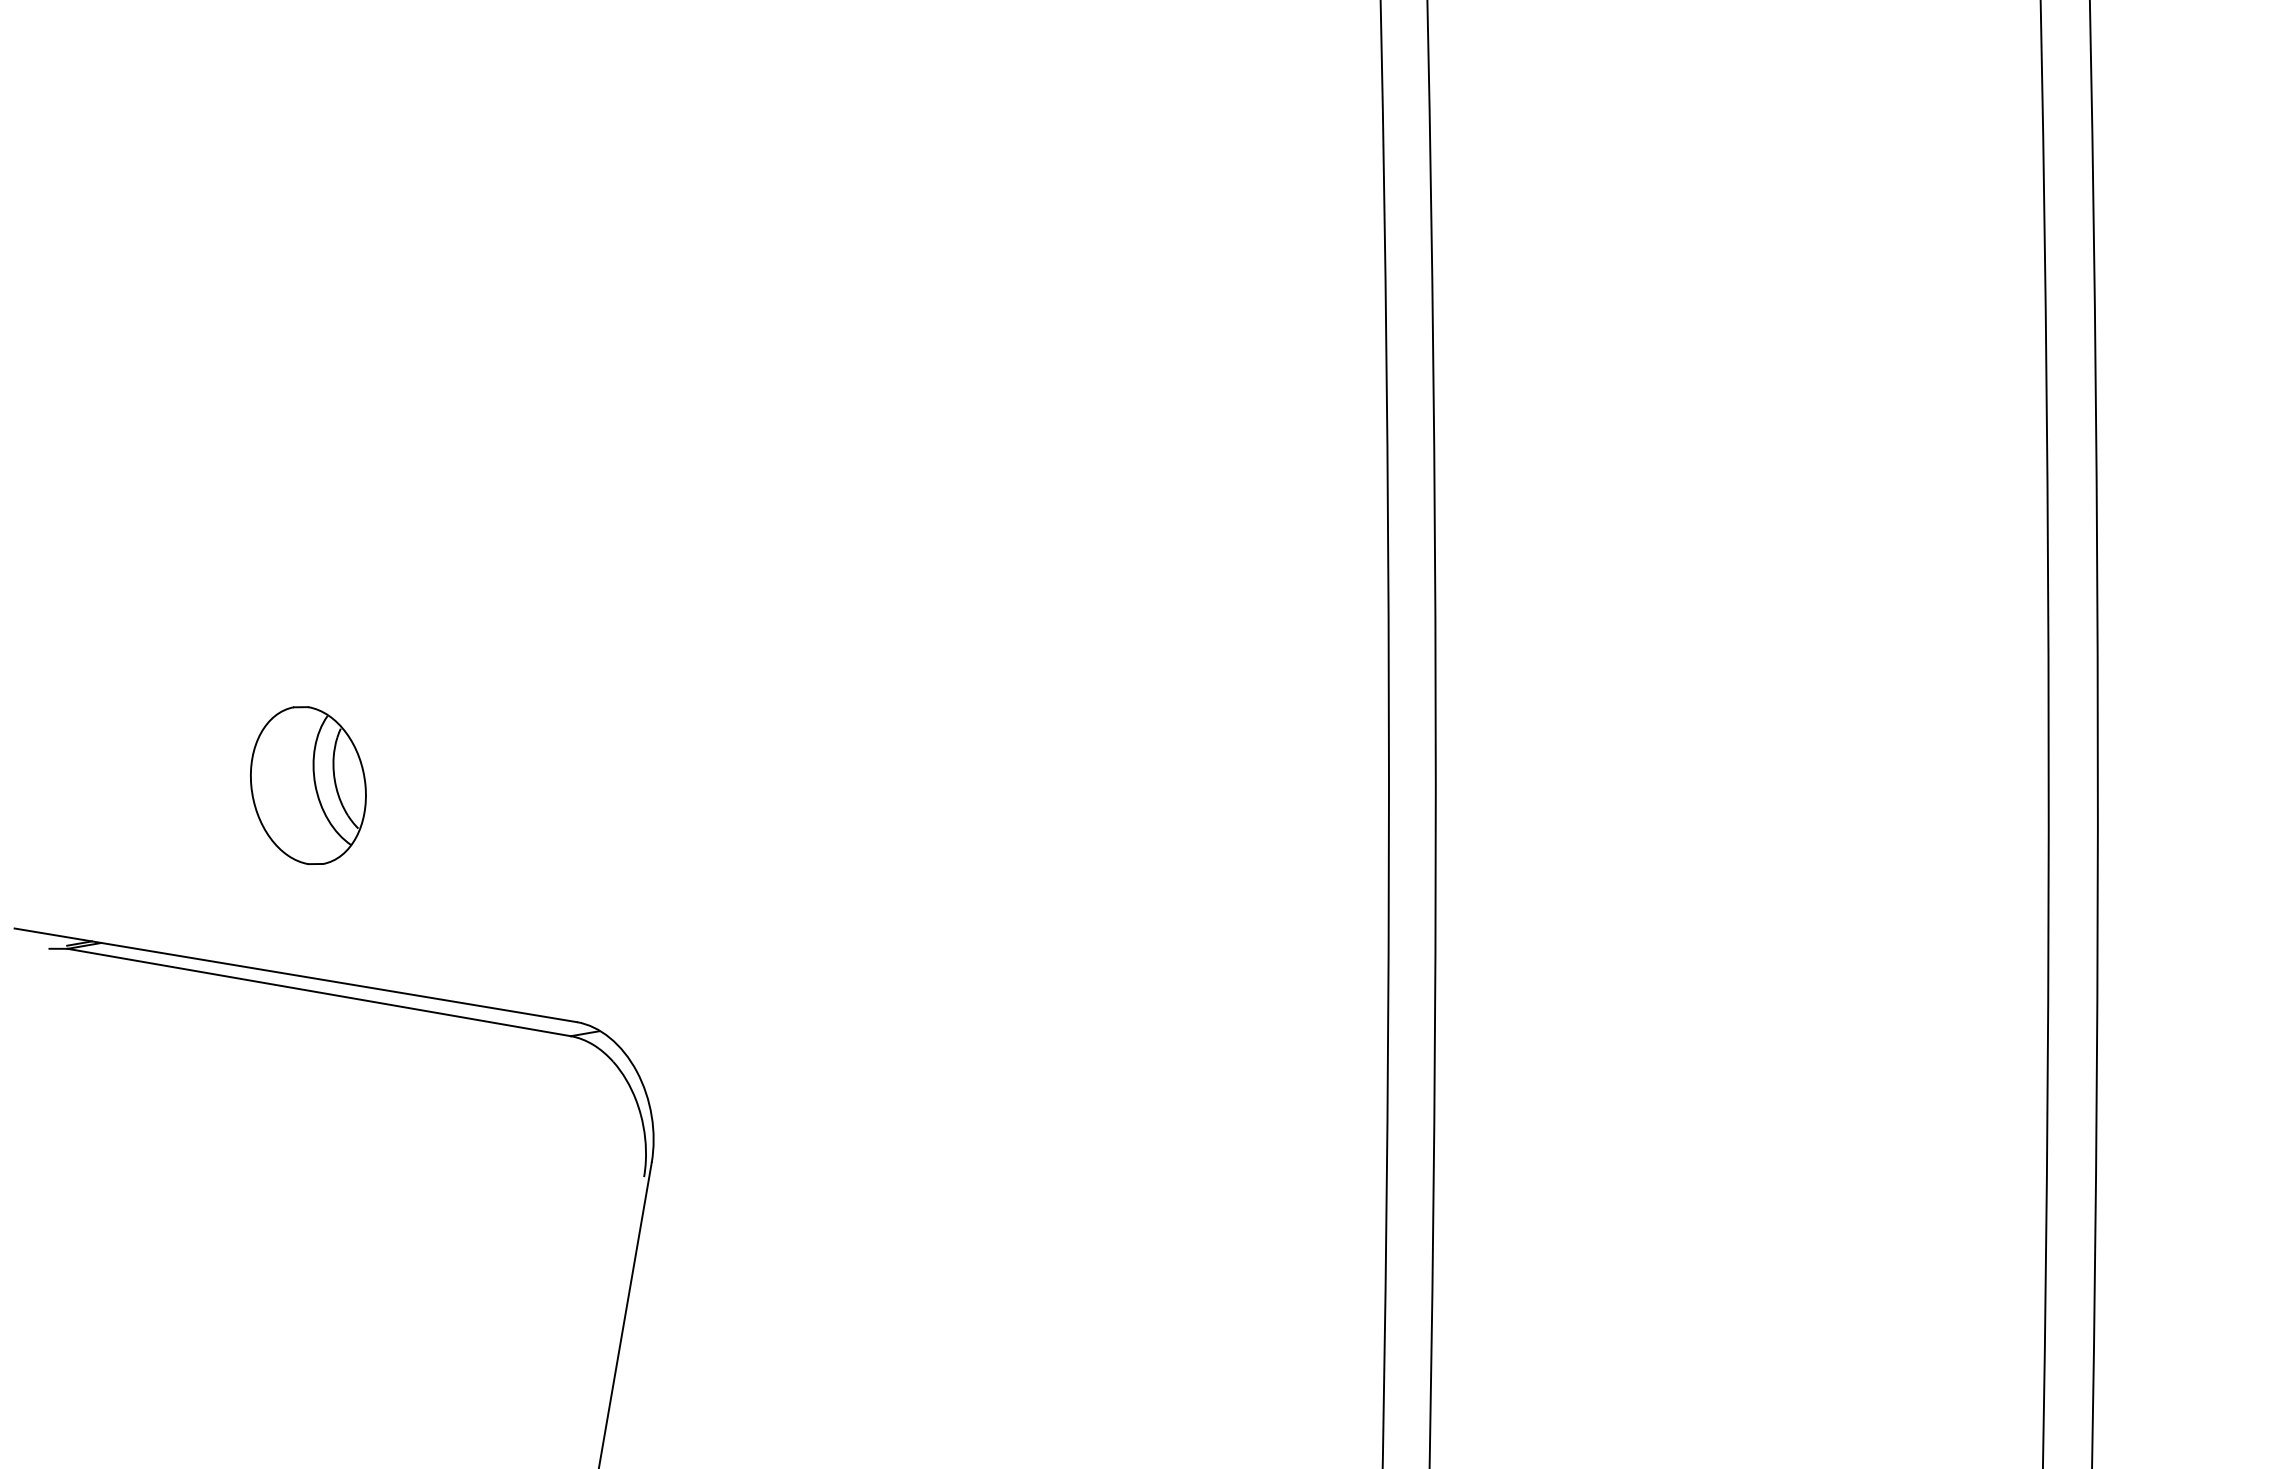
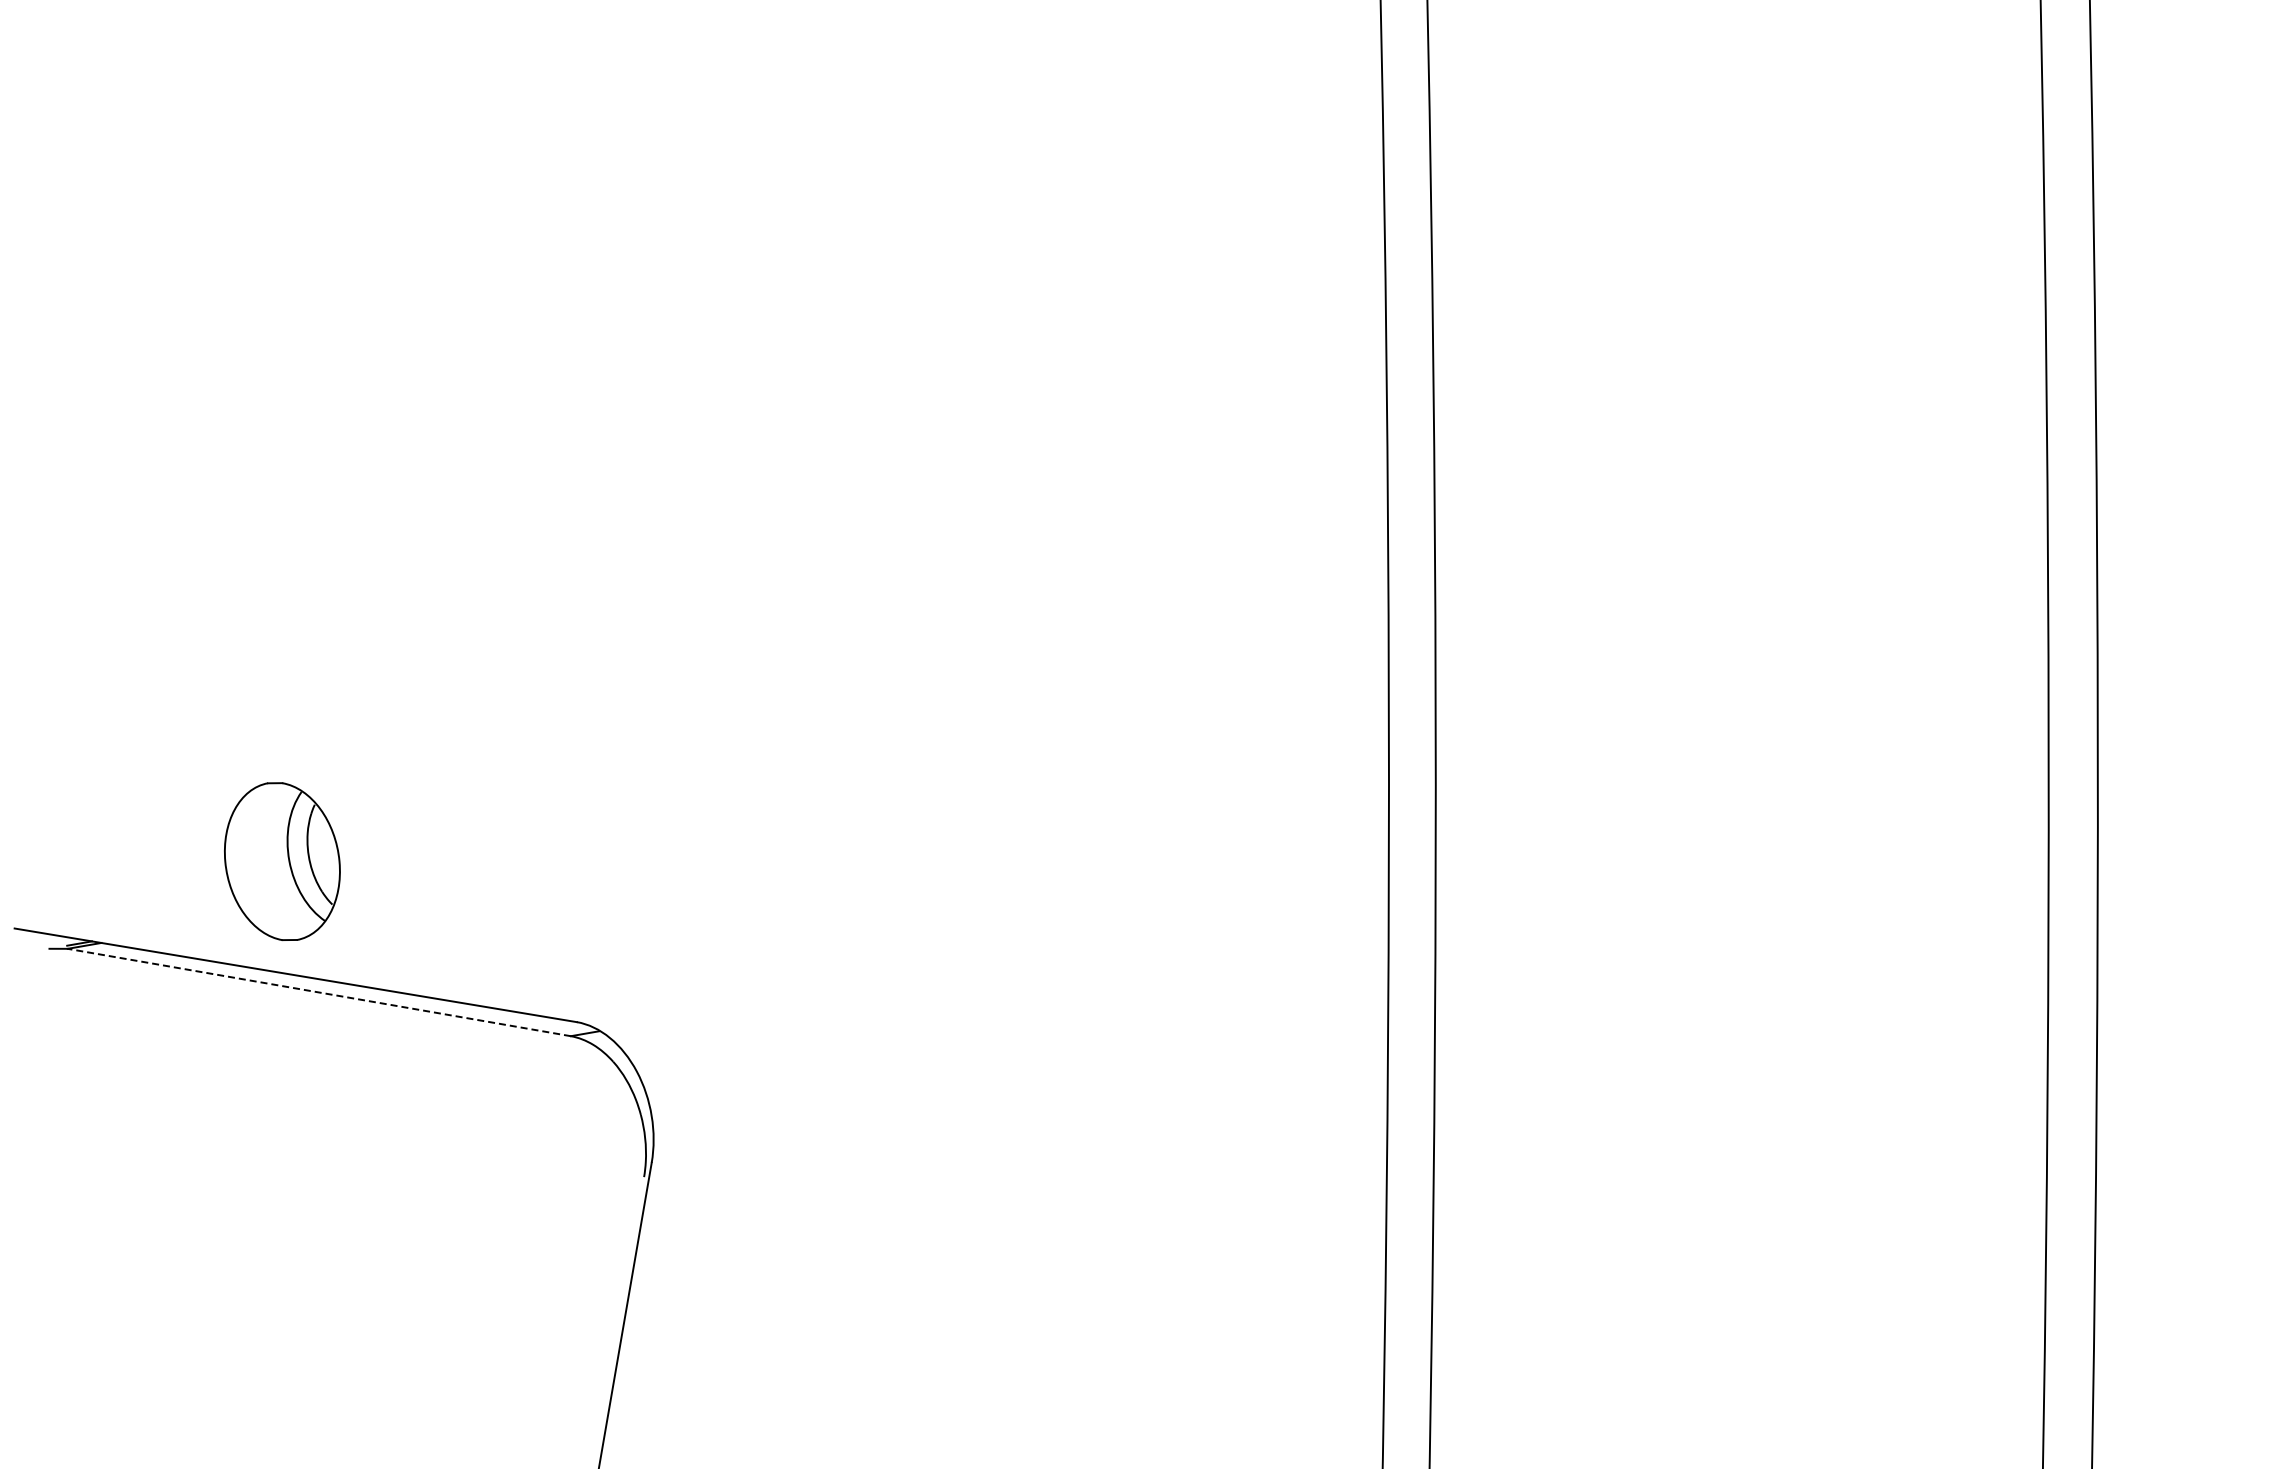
part at (308, 785) position: (308, 785) -> (282, 861)
line at (318, 992): solid -> dashed
